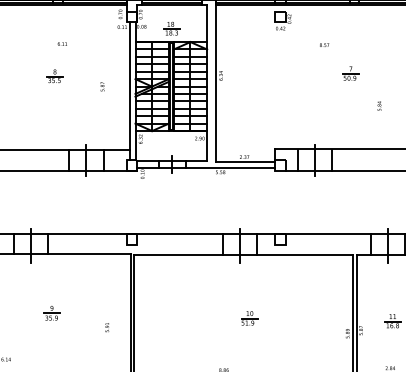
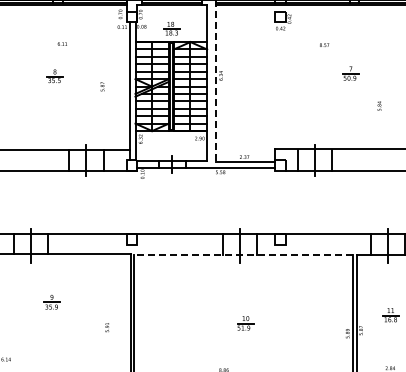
line at (216, 80): solid -> dashed
line at (243, 254): solid -> dashed
part at (51, 313) position: (51, 313) -> (51, 302)
part at (249, 318) position: (249, 318) -> (245, 323)
part at (392, 321) position: (392, 321) -> (390, 315)
